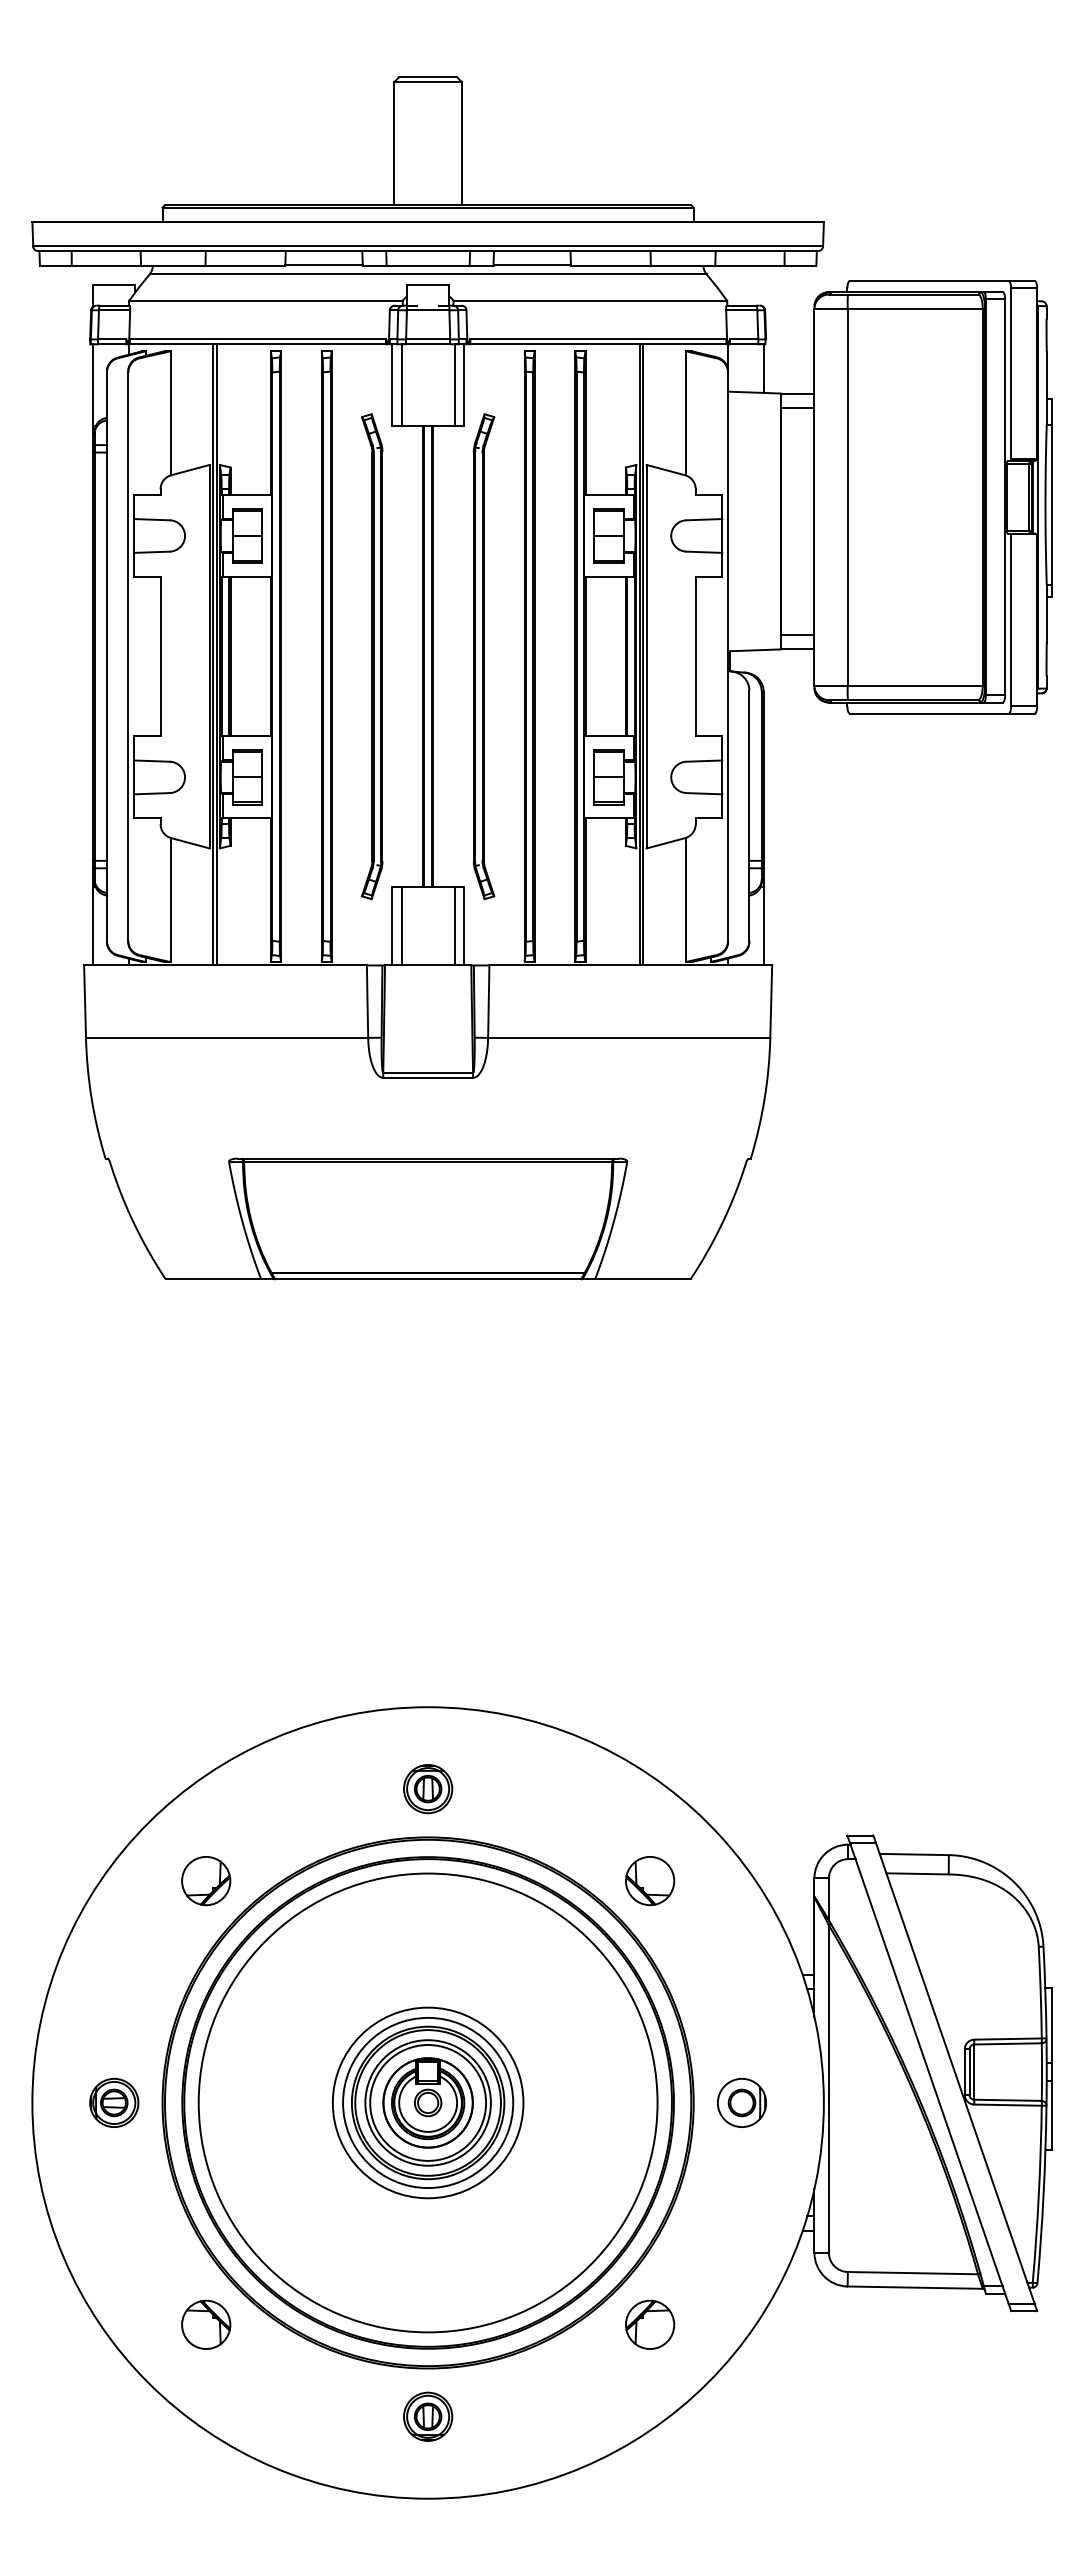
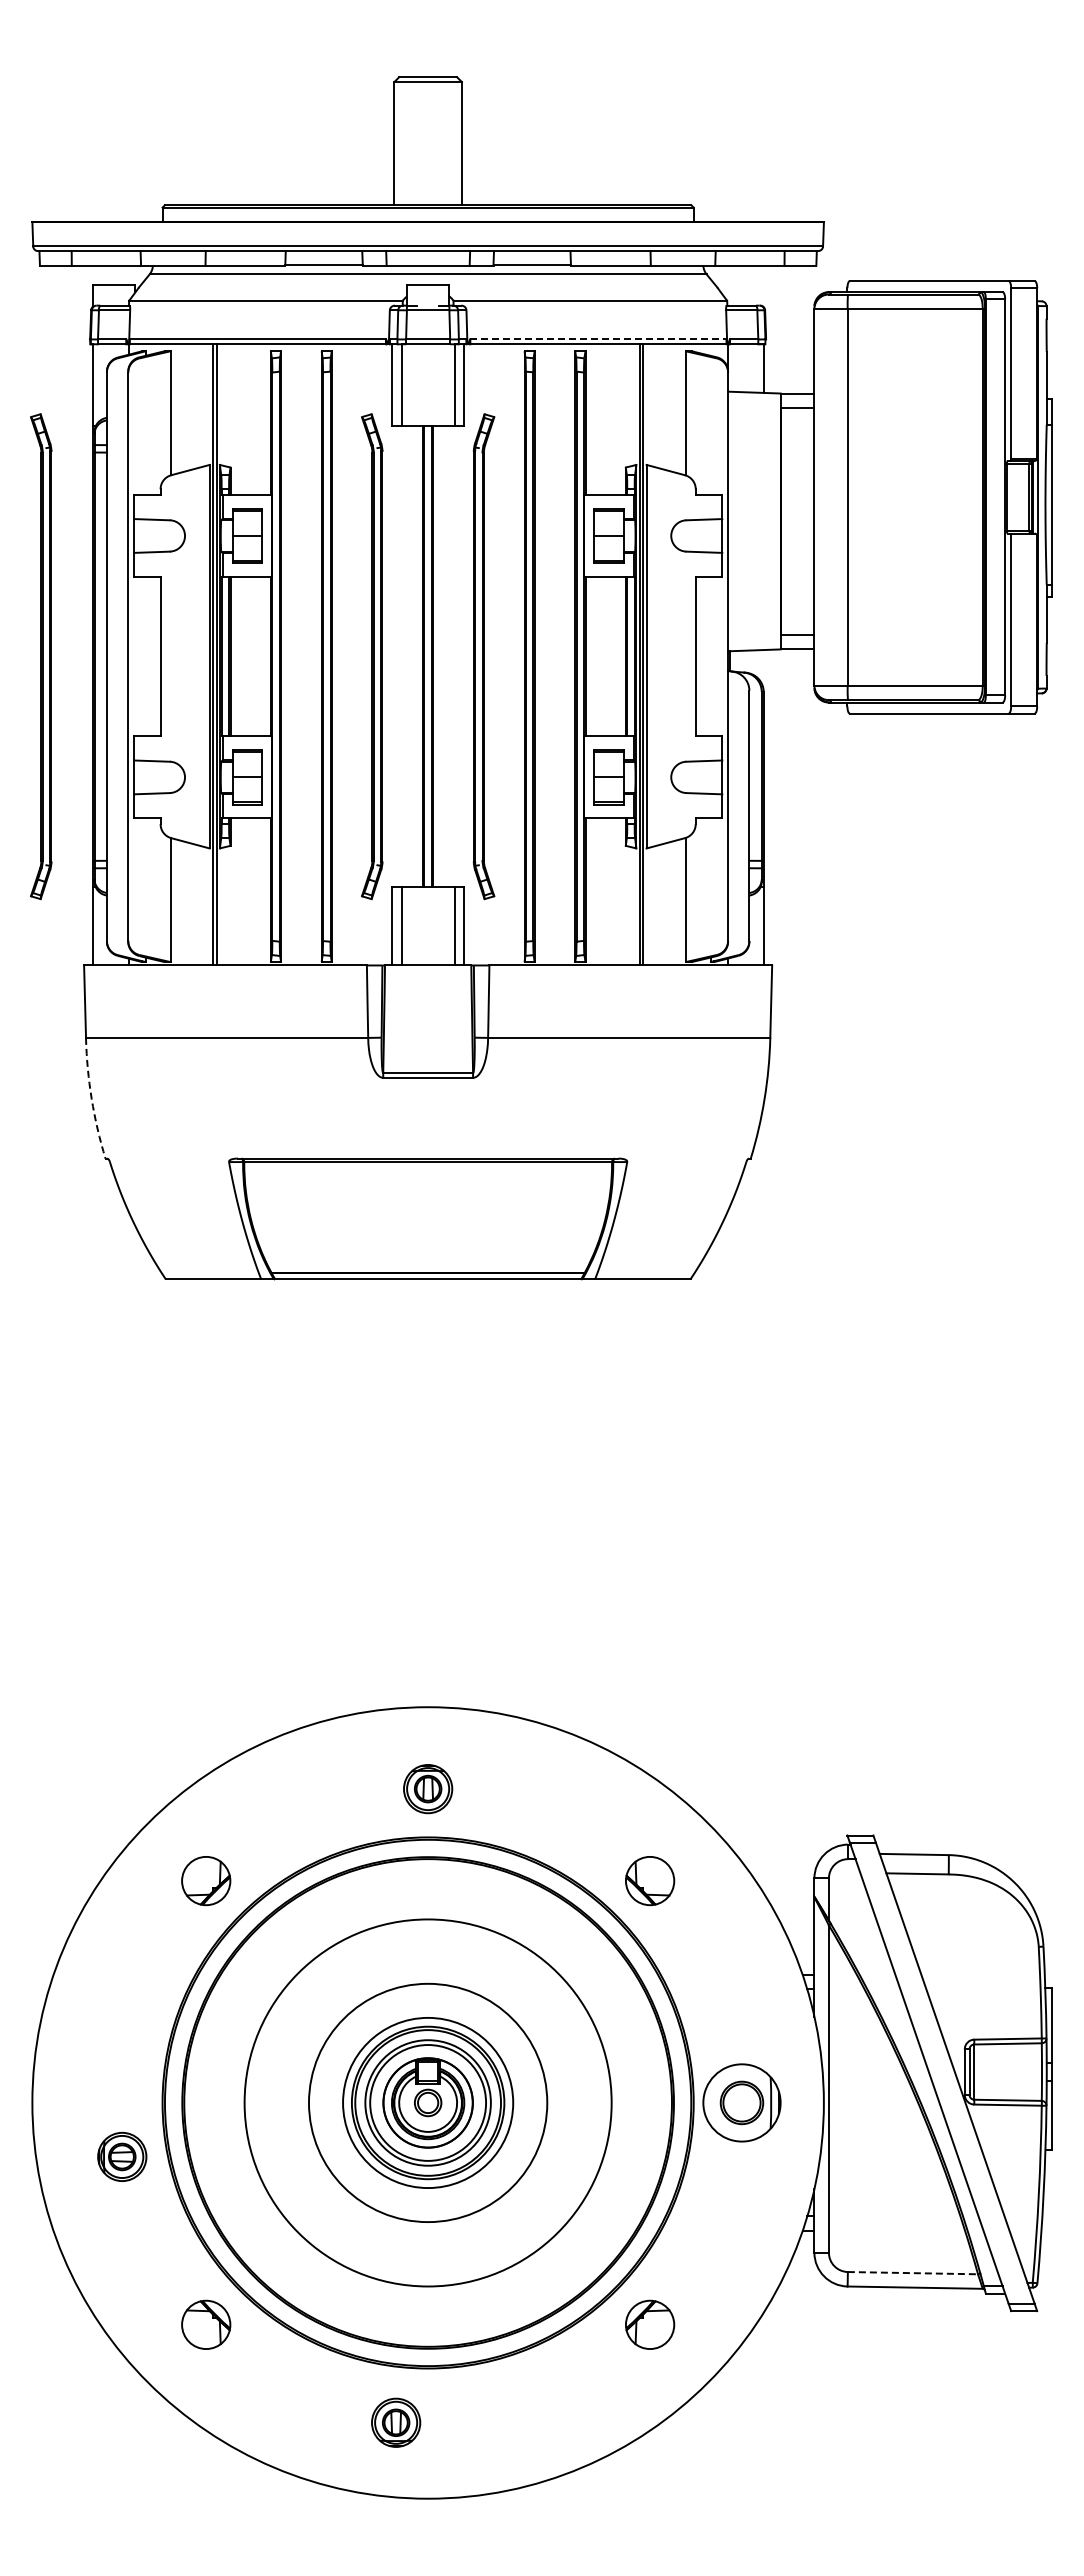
line at (599, 339): solid -> dashed
part at (41, 656): none -> present
arc at (91, 1098): solid -> dashed
part at (114, 2102) position: (114, 2102) -> (122, 2156)
circle at (427, 2102) diameter: 191 px -> 238 px
circle at (427, 2102) diameter: 459 px -> 367 px
part at (741, 2102) size: 50x50 px -> 80x80 px
line at (913, 2273): solid -> dashed
part at (428, 2416) position: (428, 2416) -> (396, 2422)
